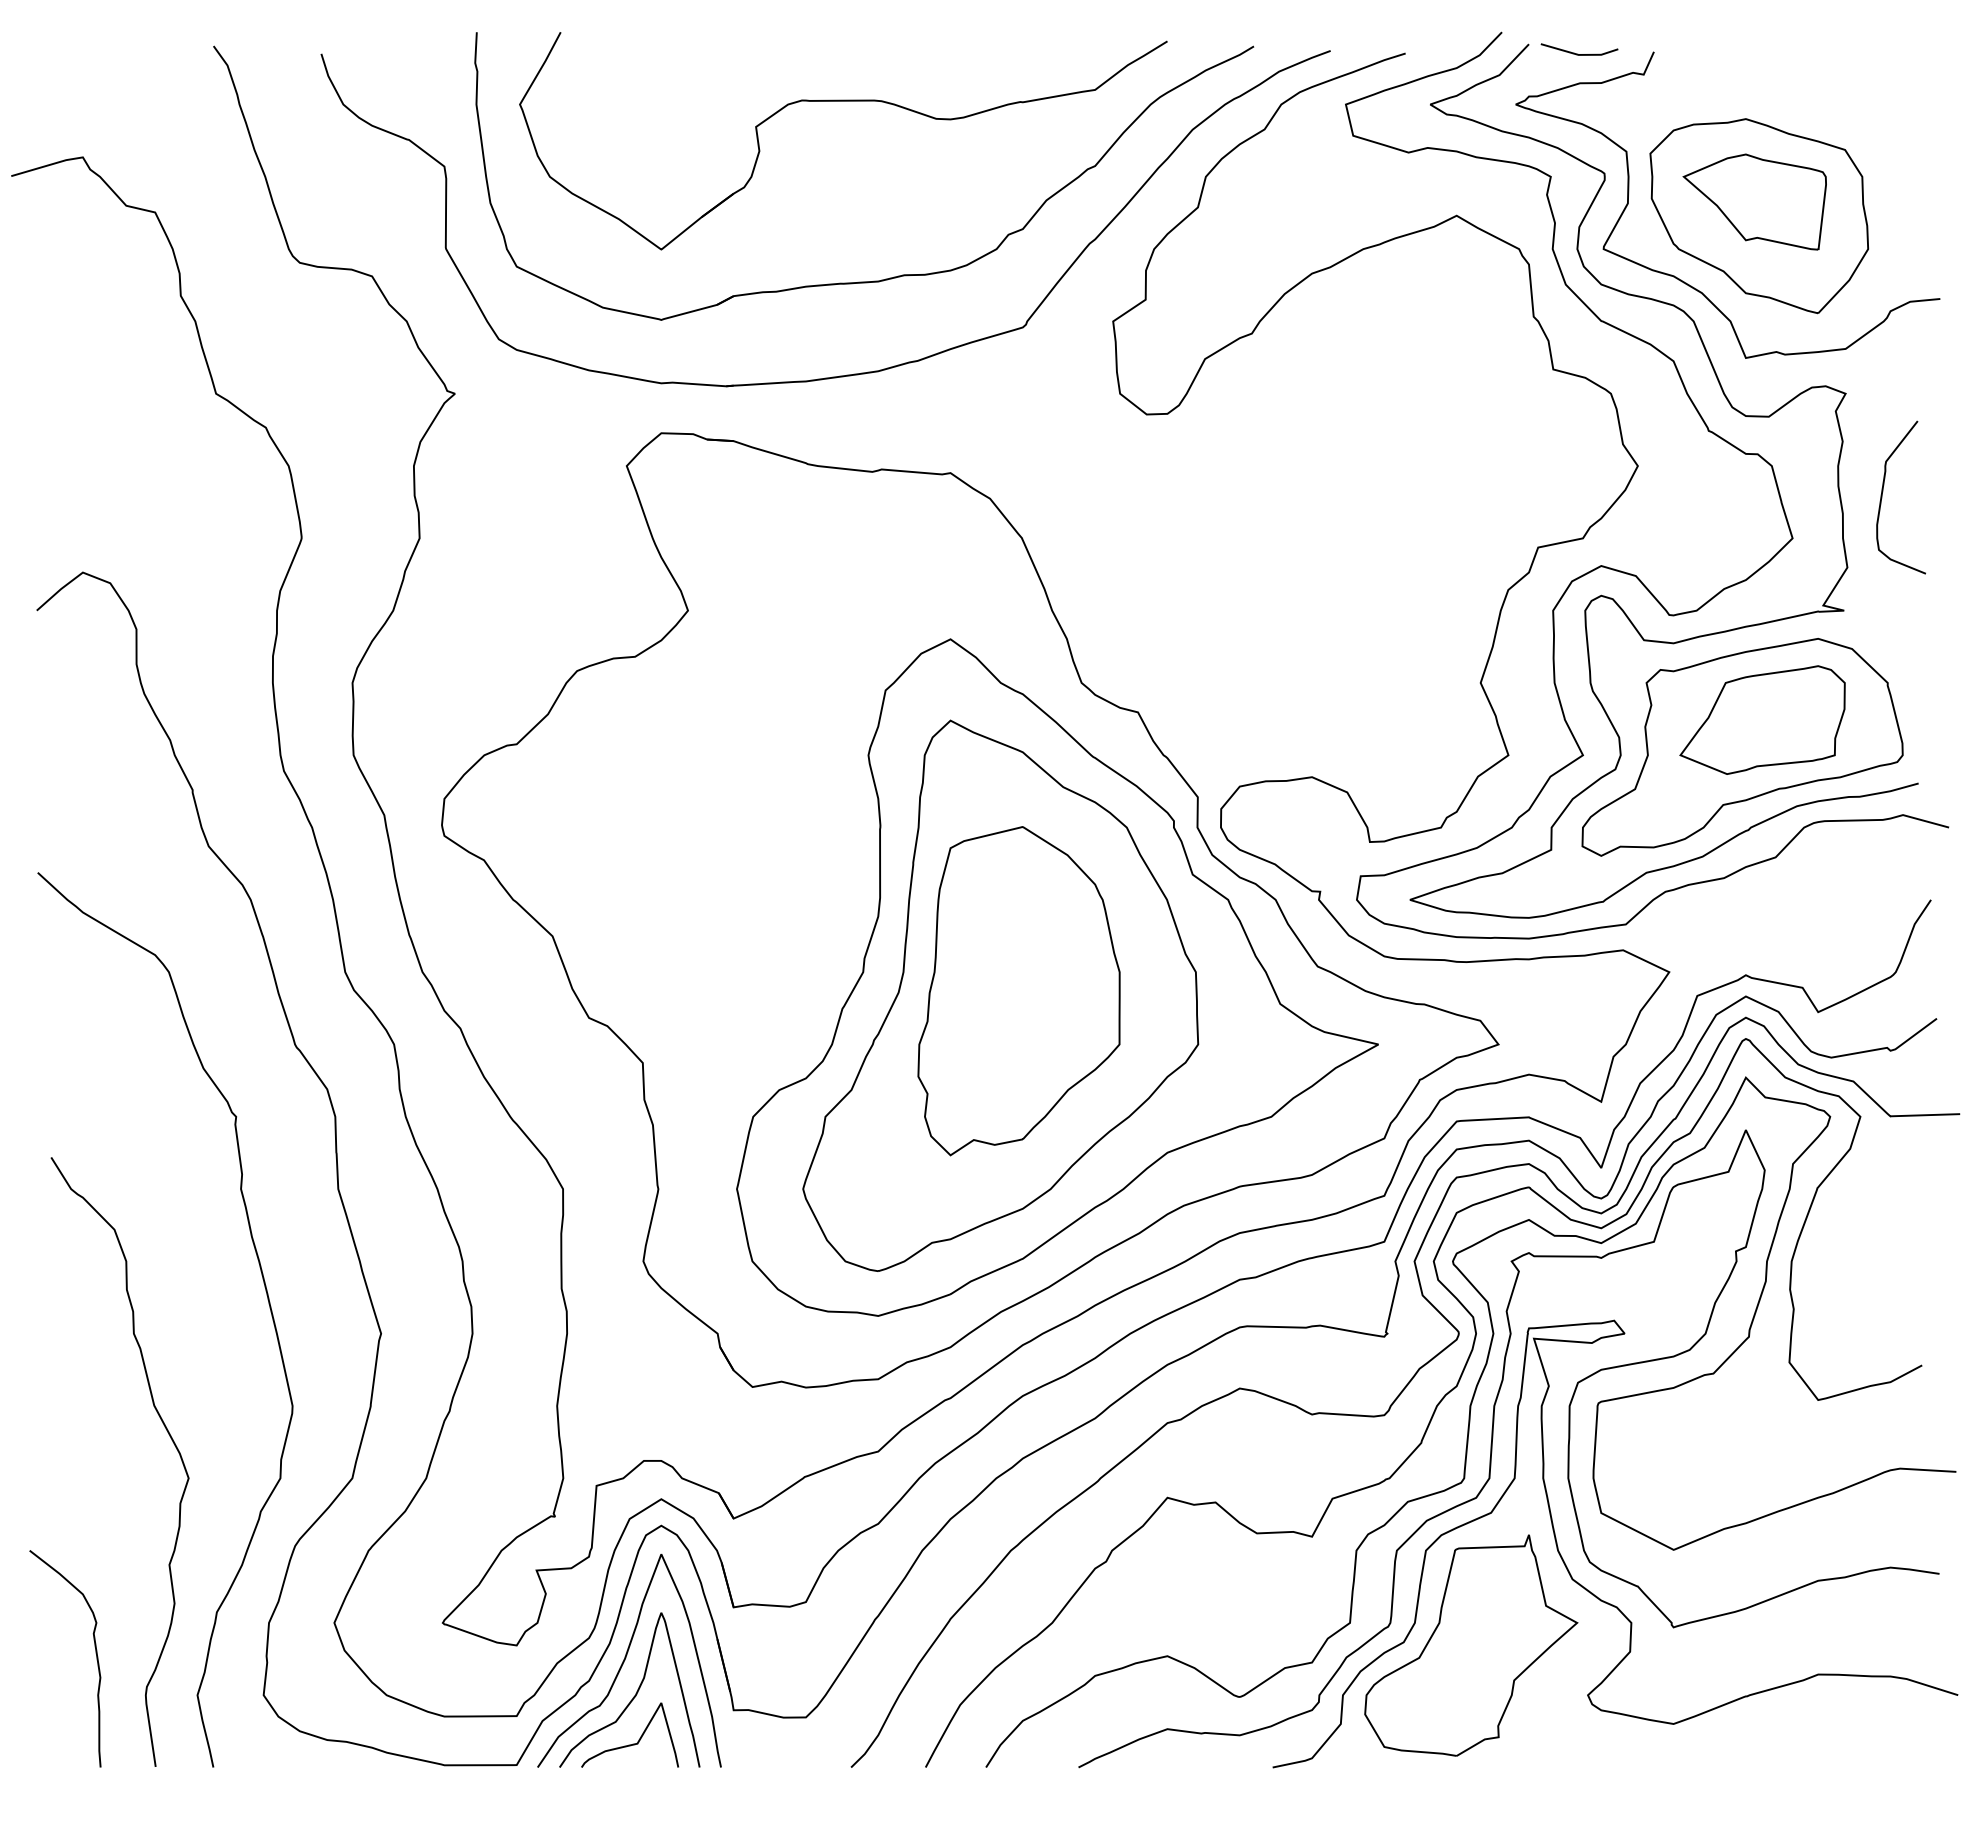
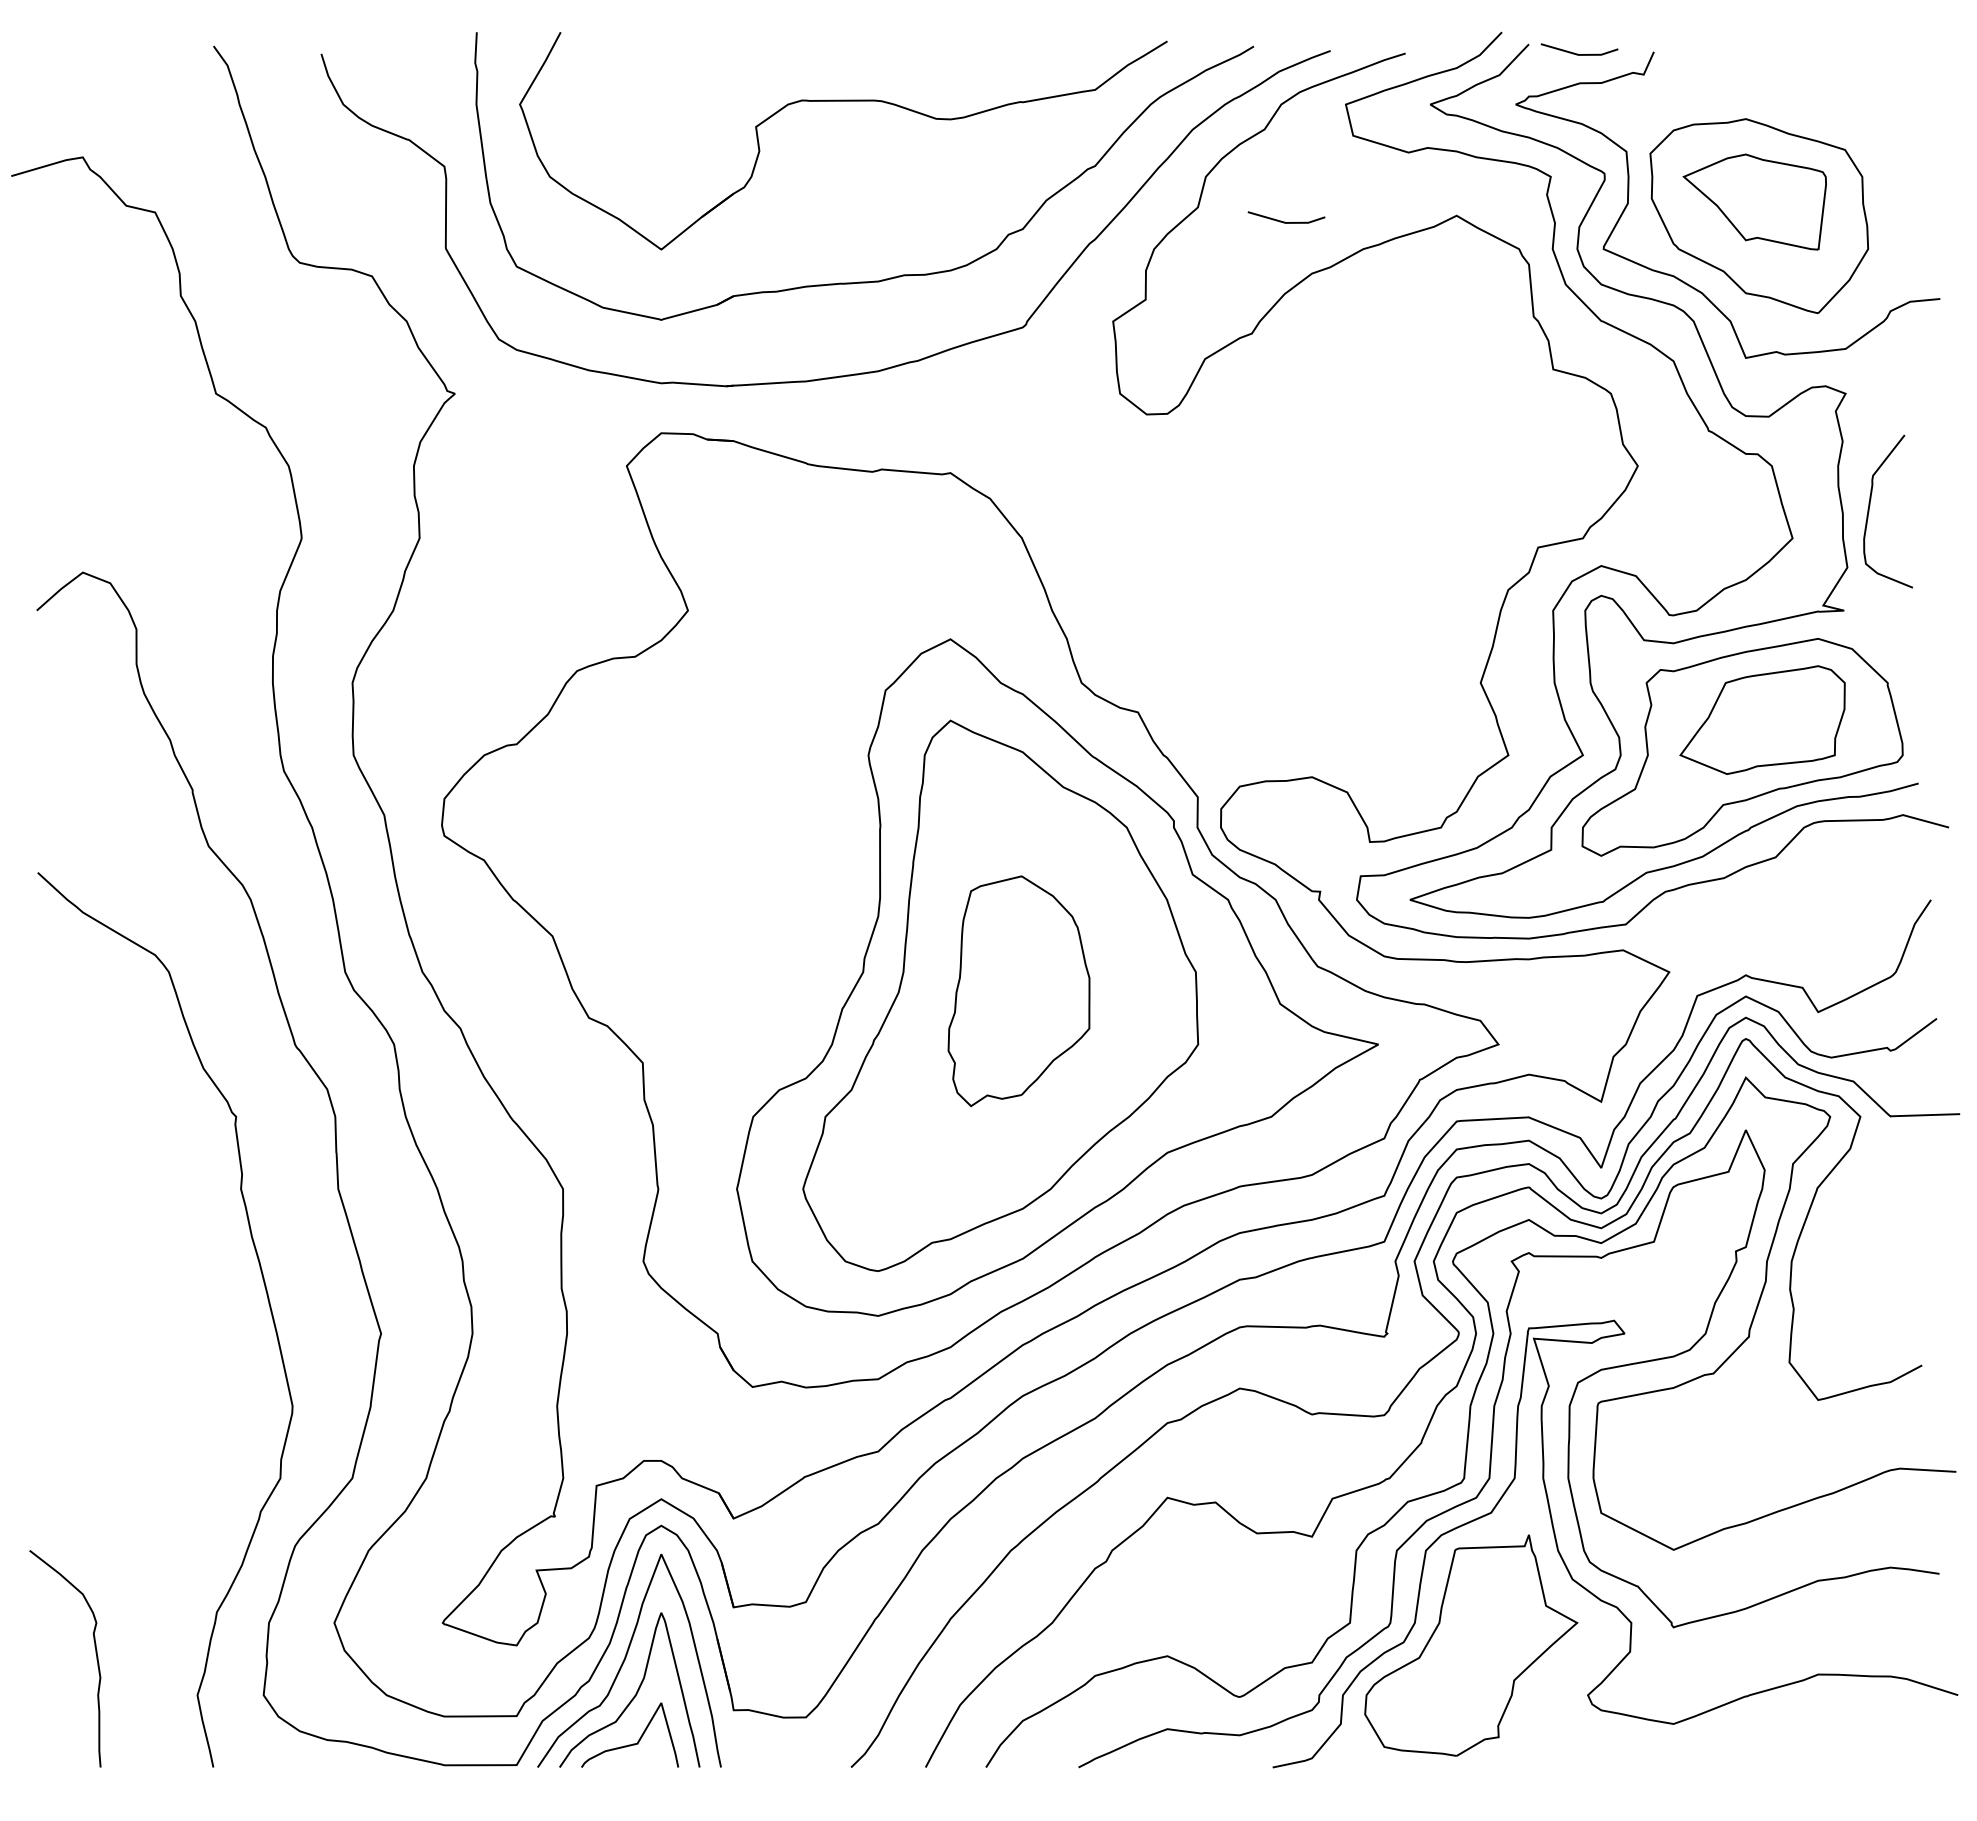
line at (1284, 221): none -> present
curve at (1882, 497) position: (1882, 497) -> (1869, 511)
part at (1018, 991) size: 204x331 px -> 144x233 px
curve at (169, 1436): present -> none
